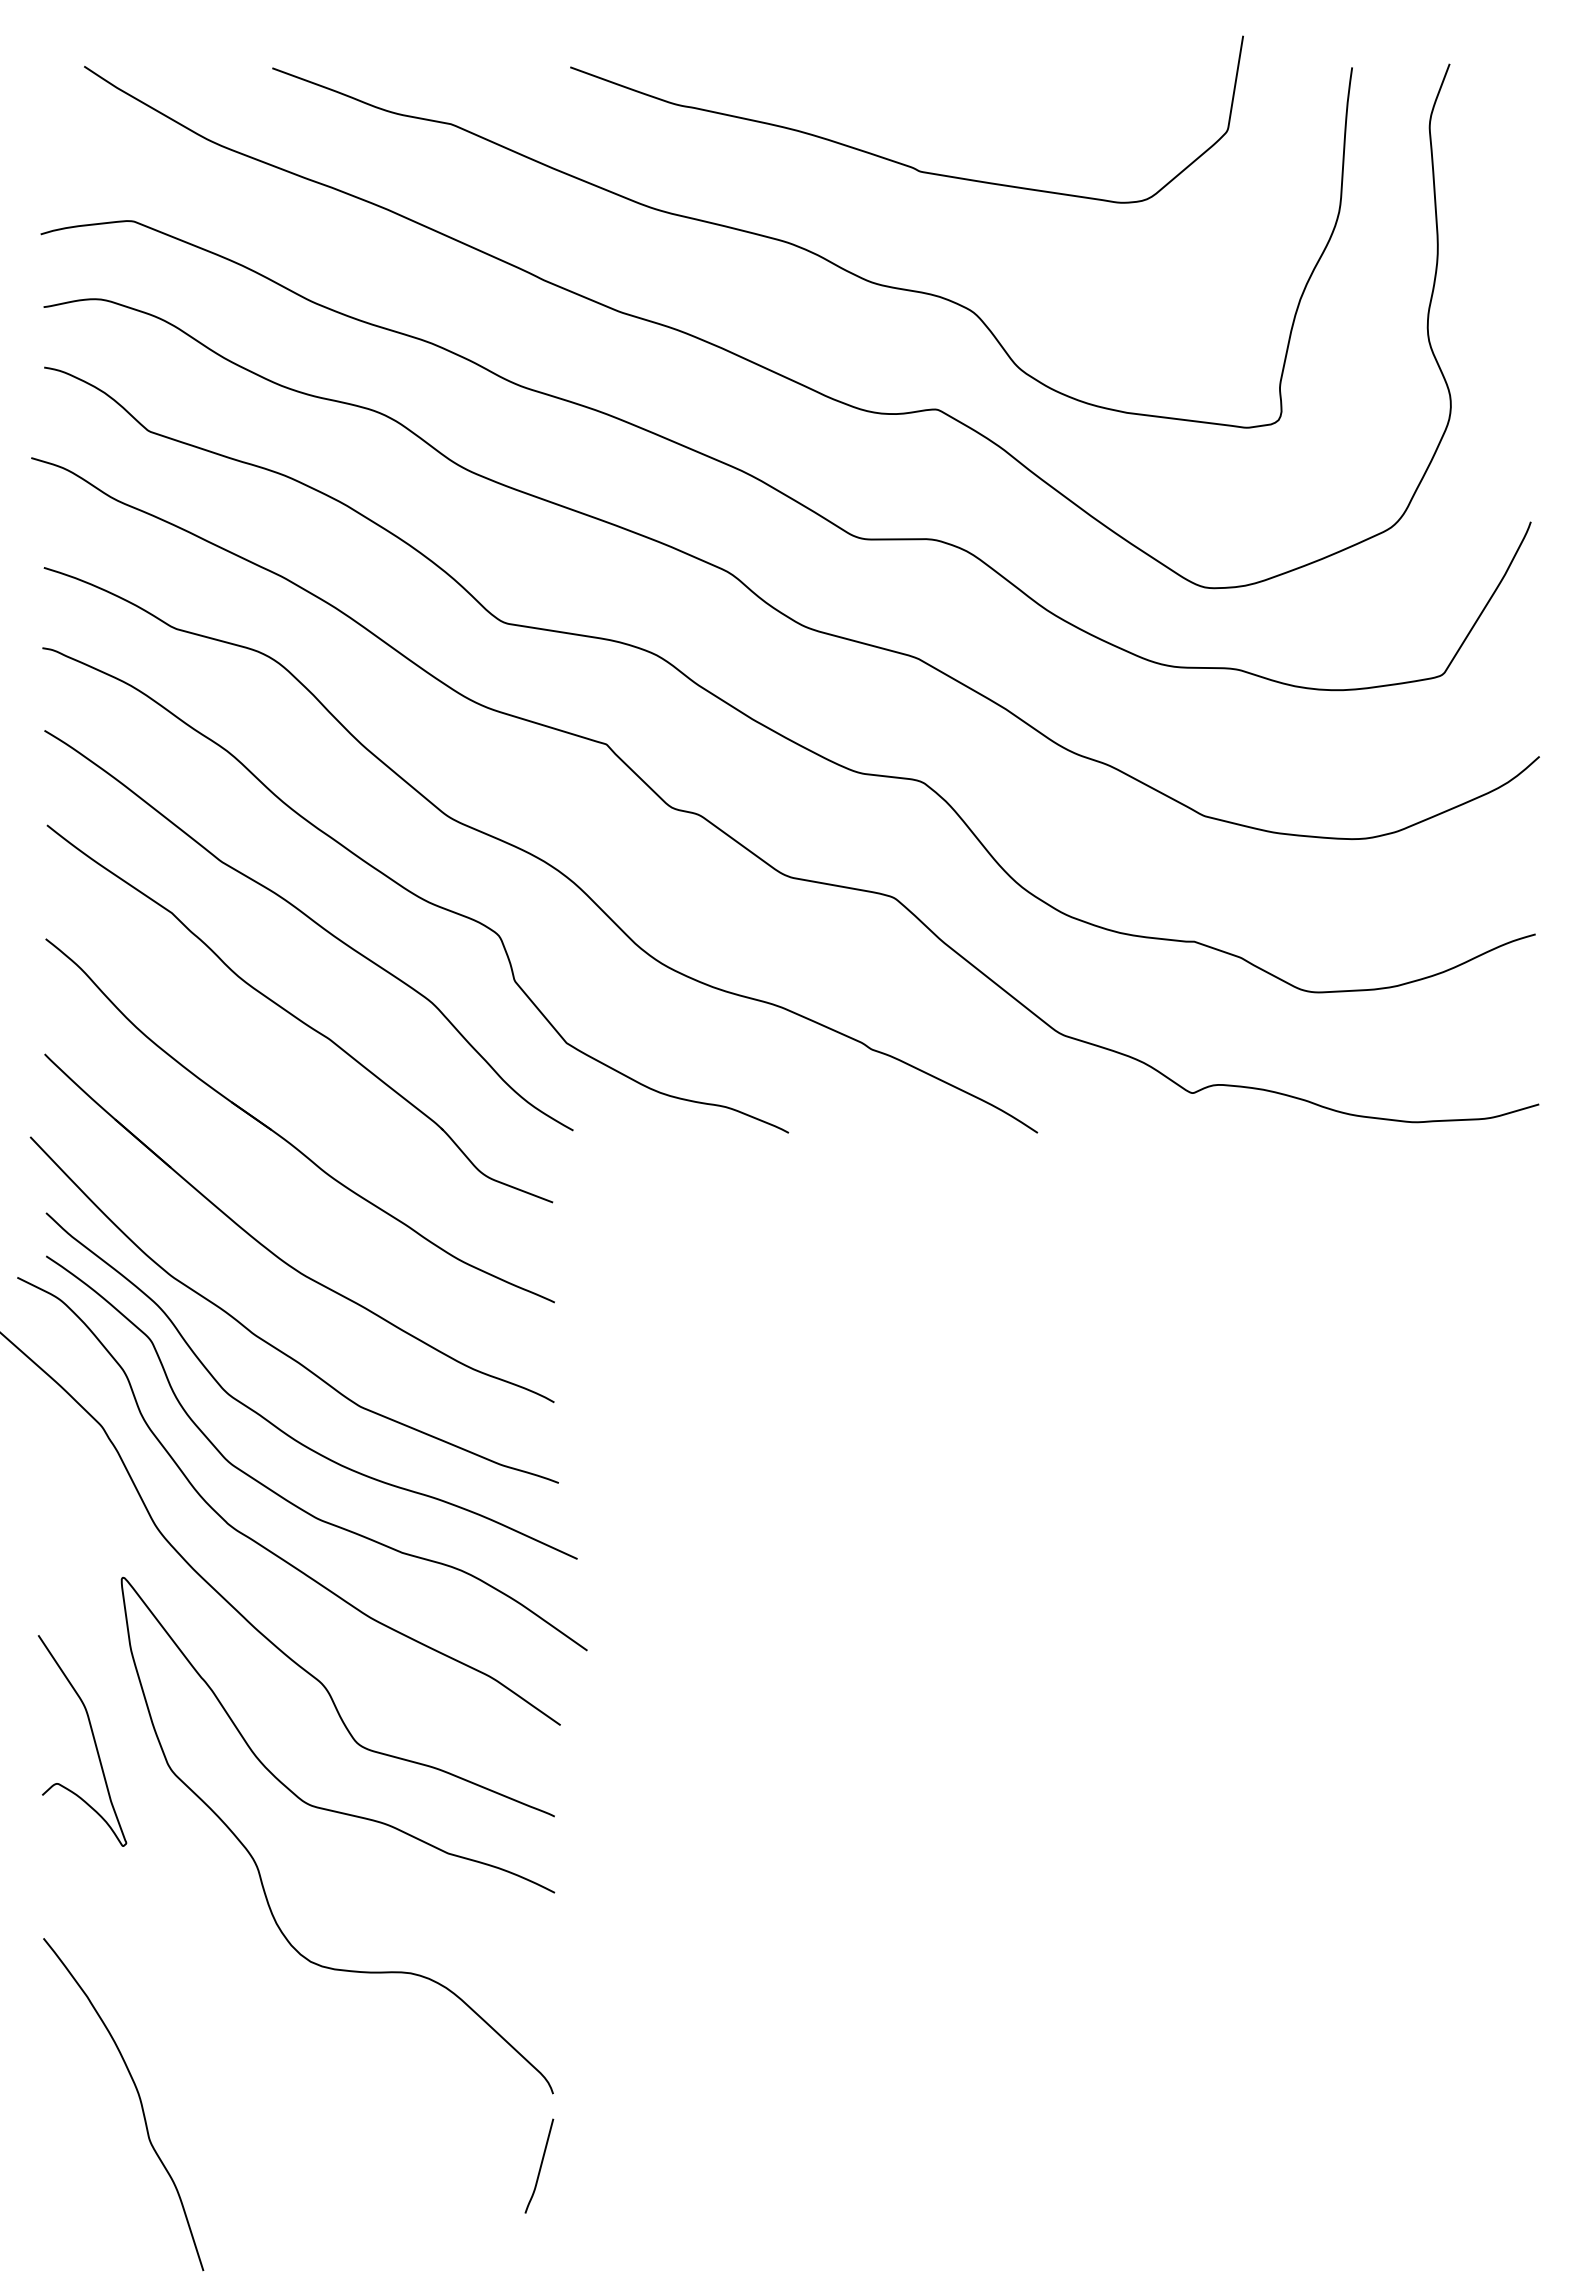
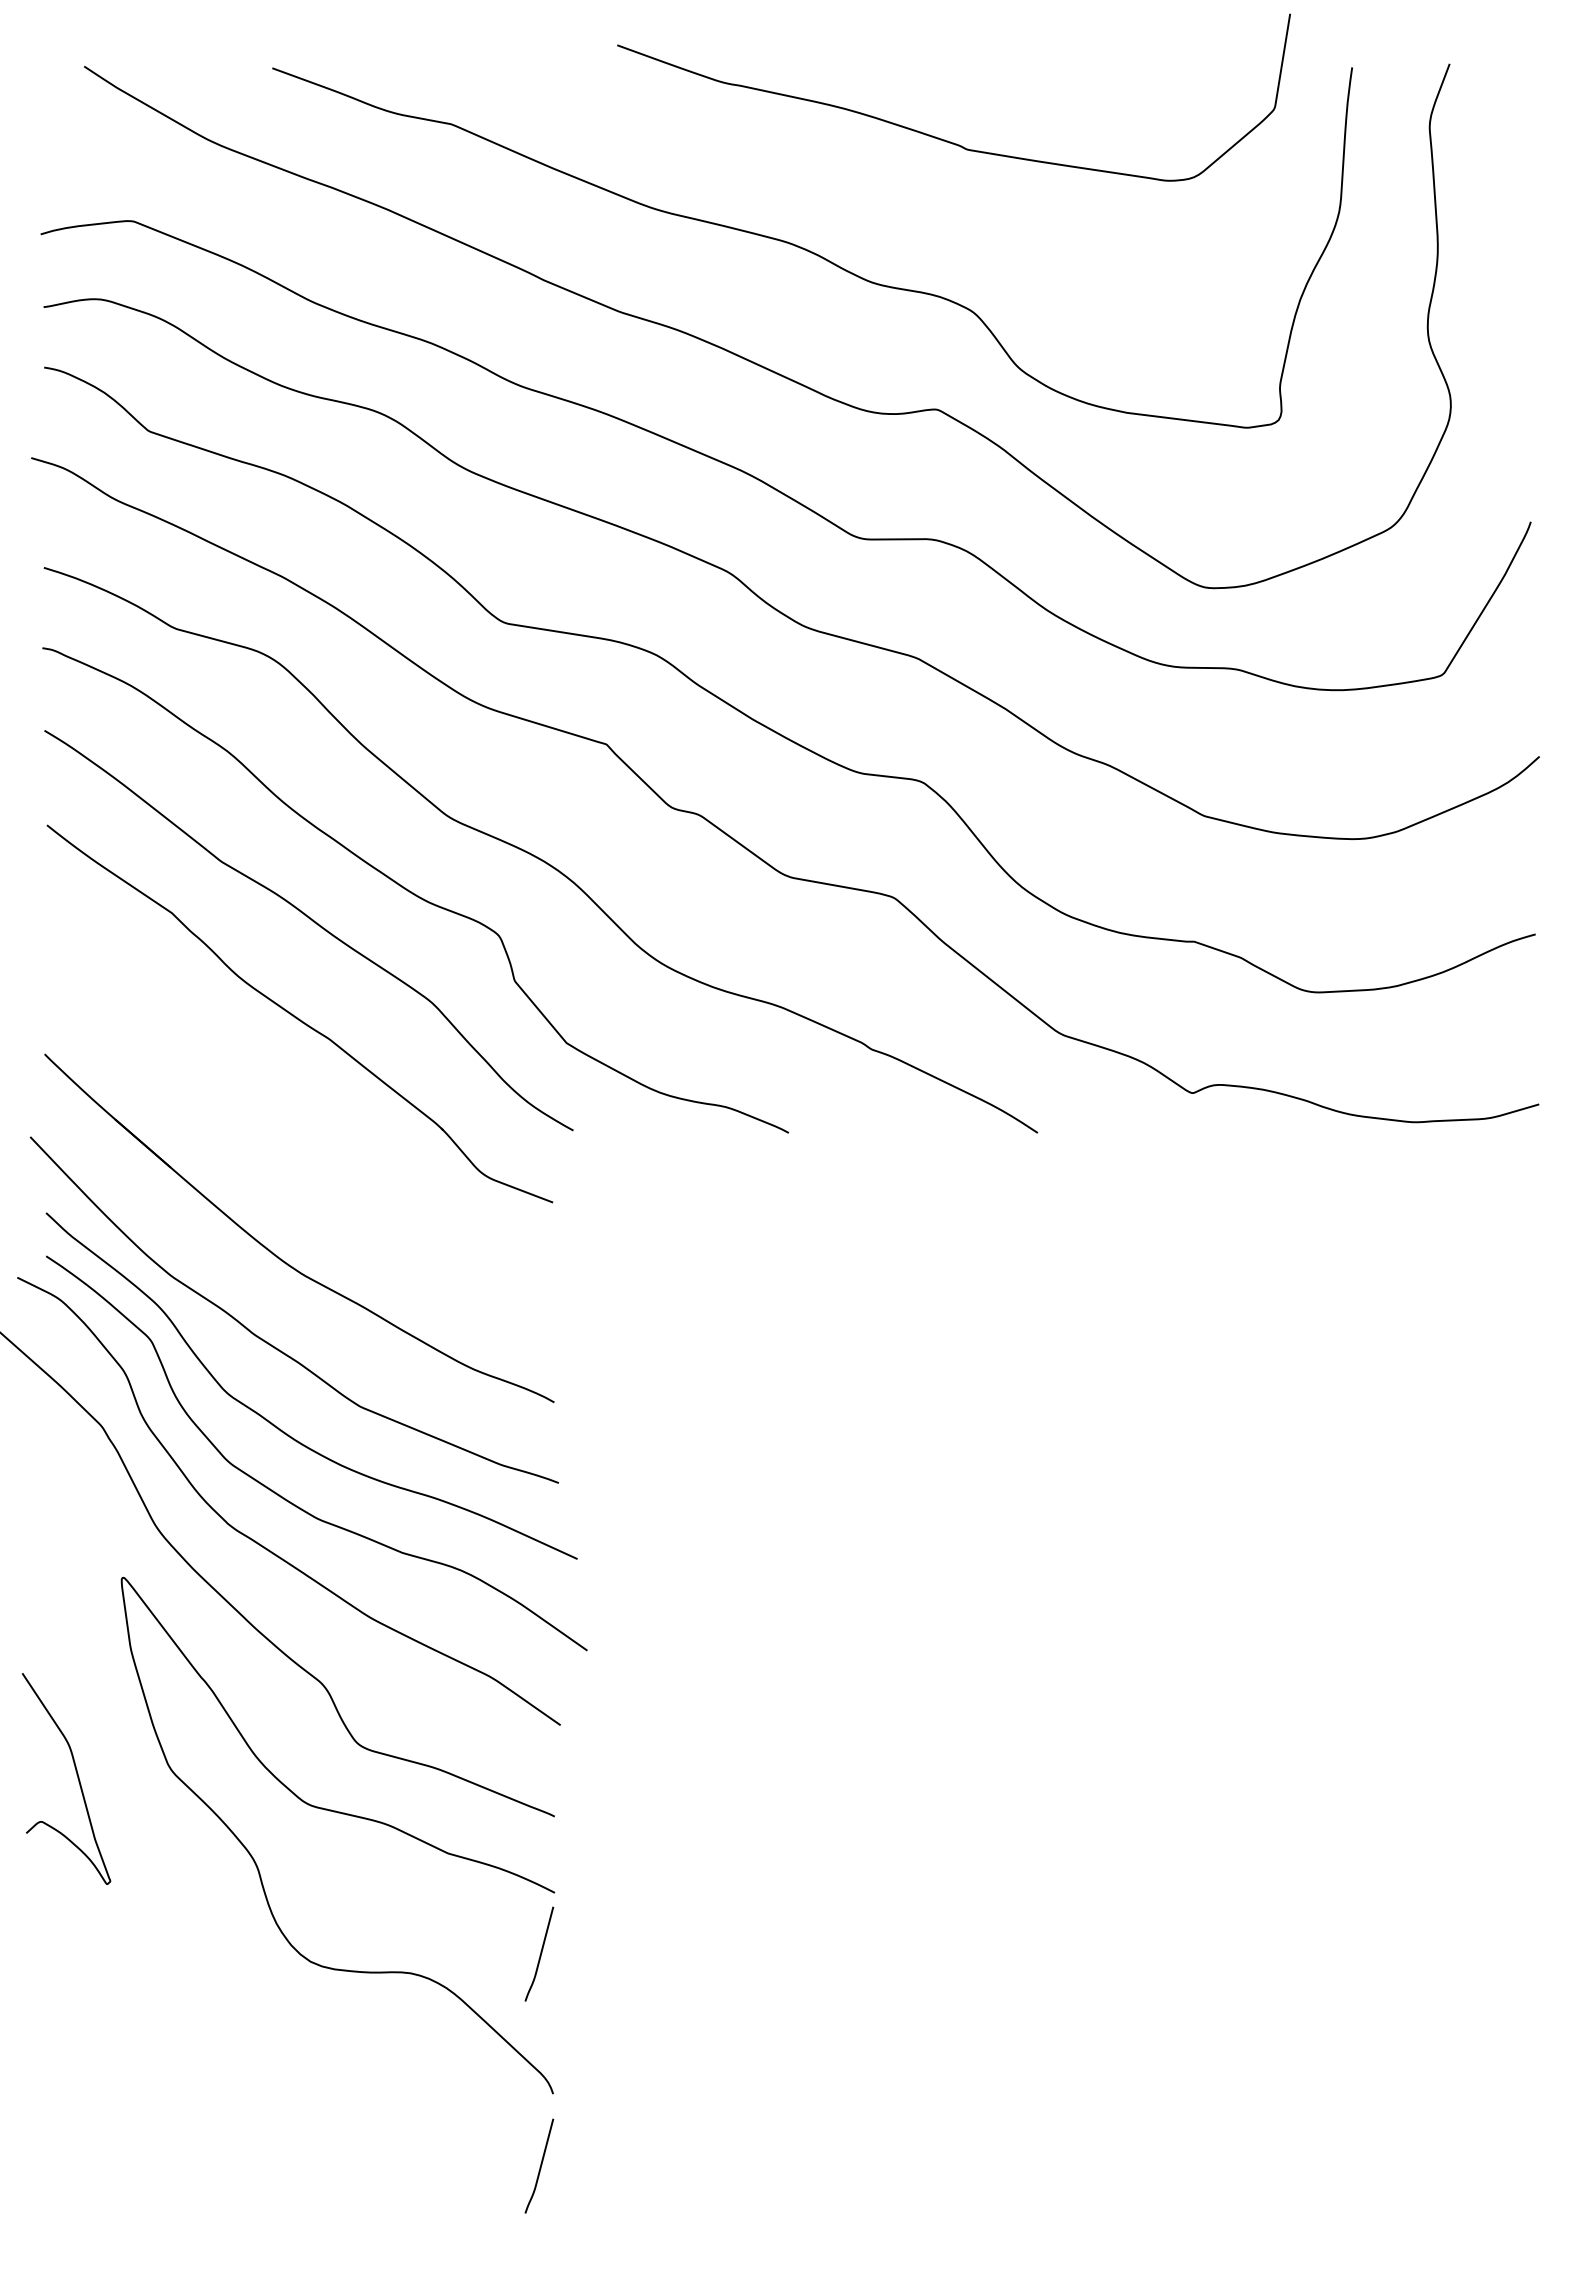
curve at (891, 159) position: (891, 159) -> (938, 137)
part at (286, 1139): present -> none
curve at (92, 1737) position: (92, 1737) -> (76, 1775)
curve at (540, 1953): none -> present
curve at (139, 2100): present -> none
